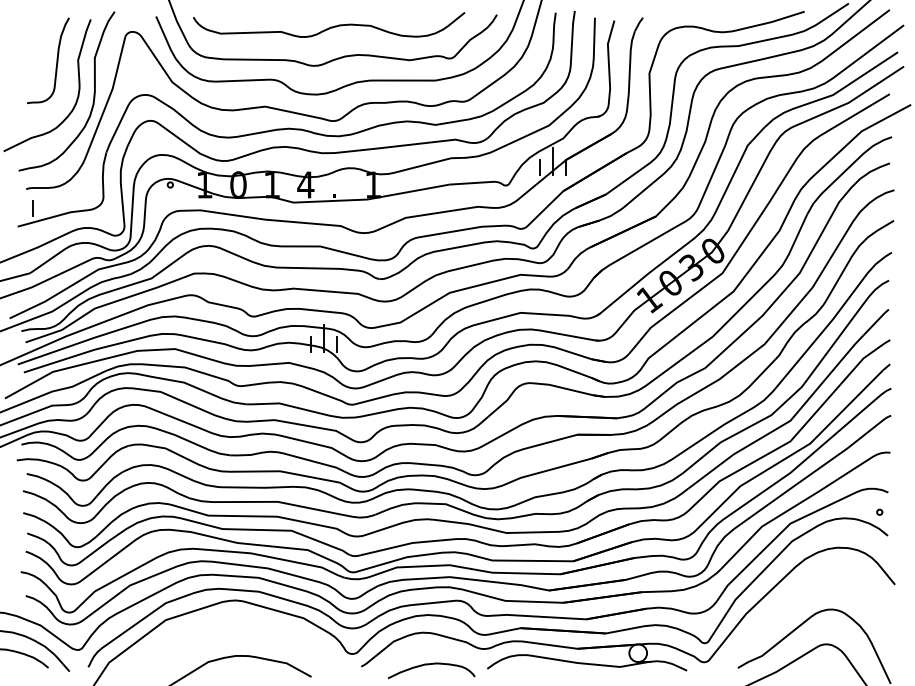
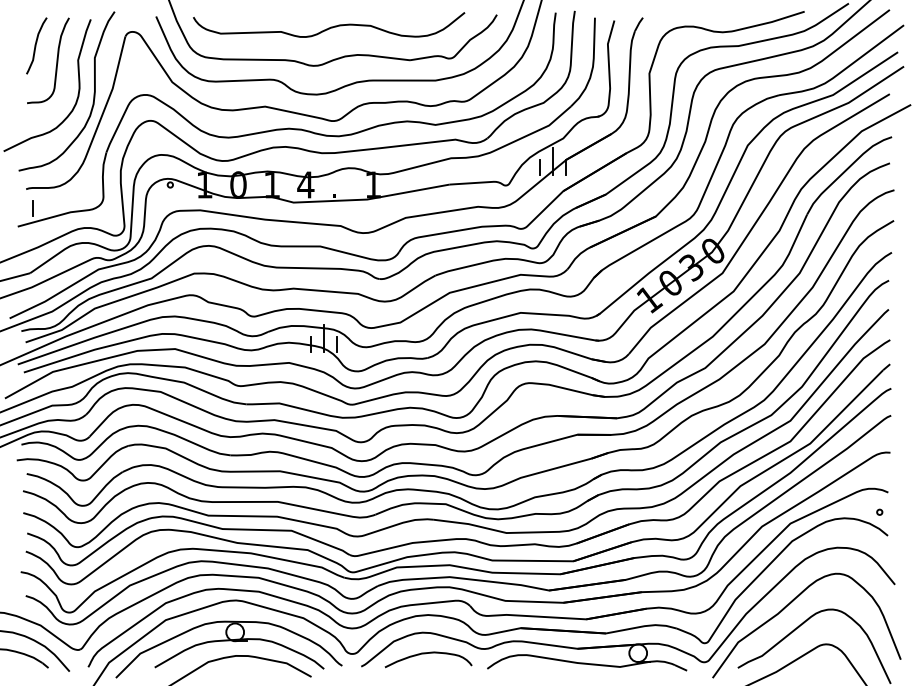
curve at (36, 45): none -> present
curve at (790, 604): none -> present
part at (228, 641): none -> present
curve at (428, 665) position: (428, 665) -> (425, 654)
